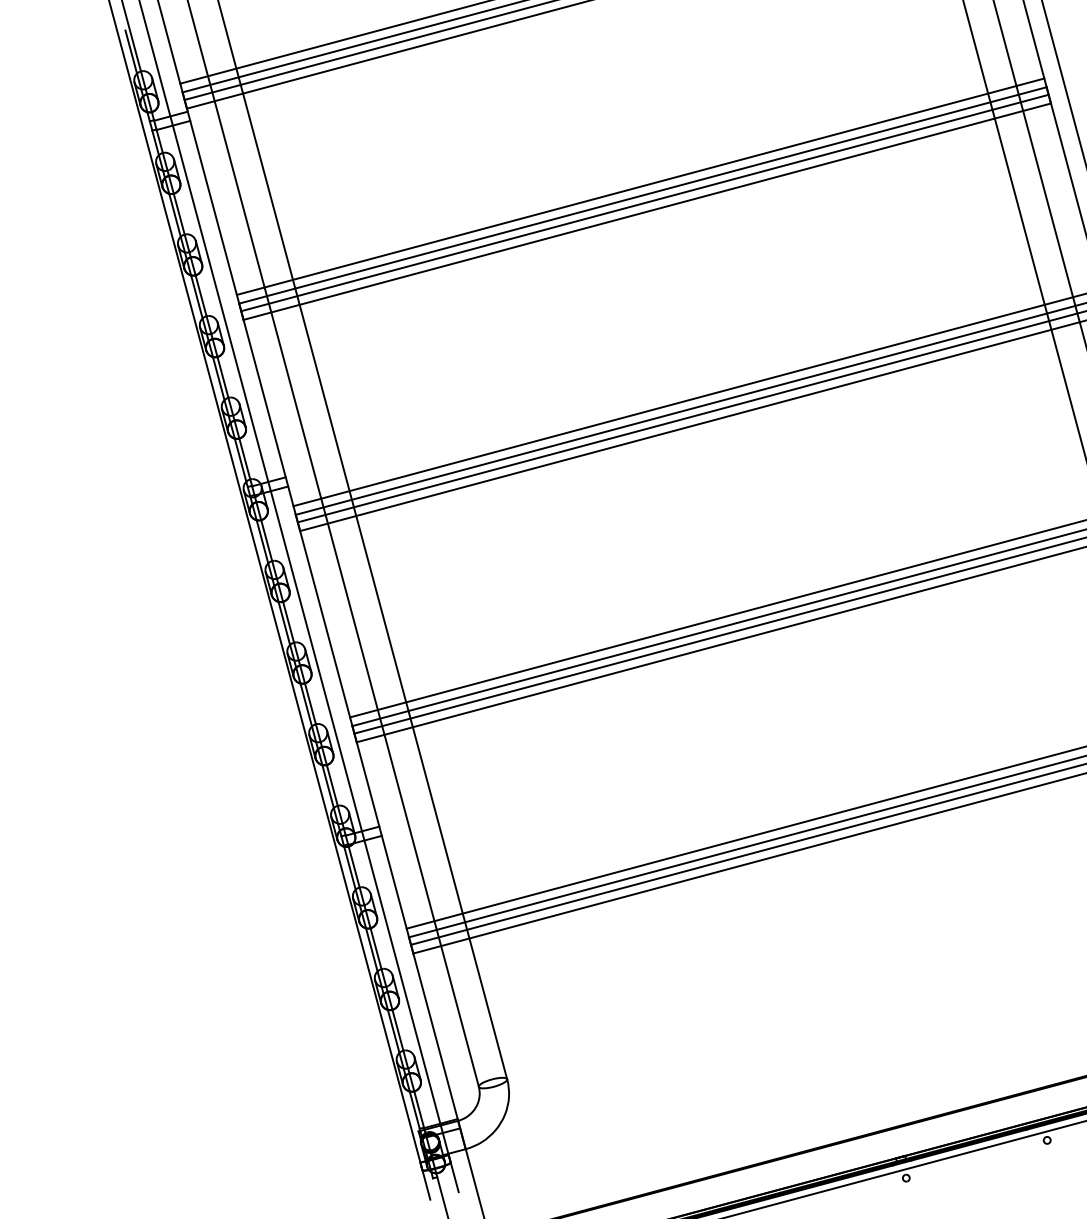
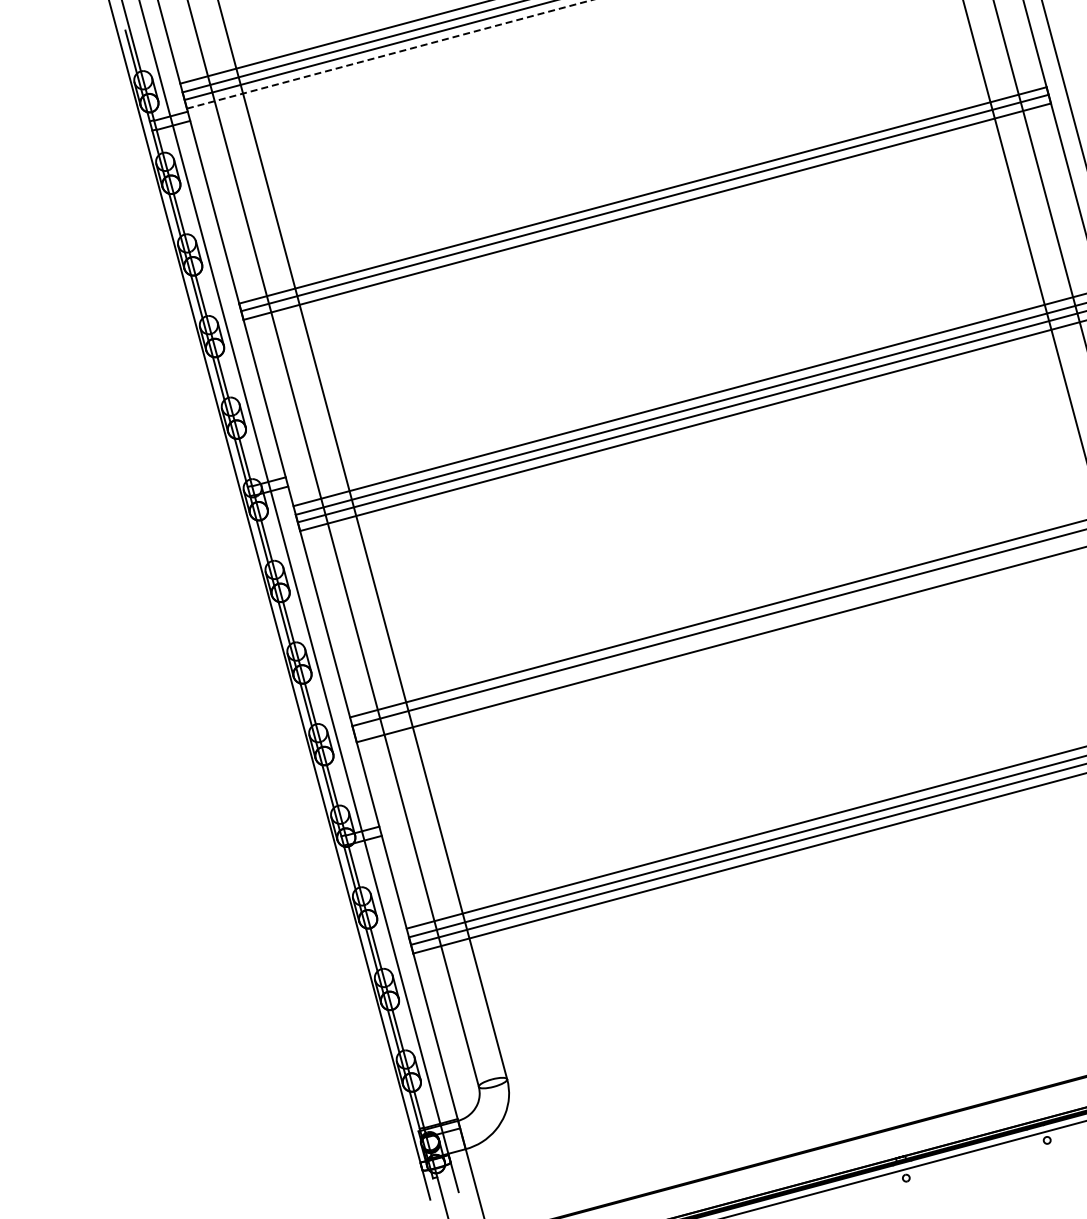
line at (389, 54): solid -> dashed
line at (640, 186): present -> none
line at (718, 635): present -> none
